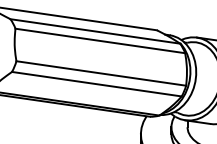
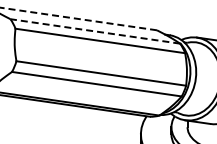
line at (78, 18): solid -> dashed
line at (95, 31): solid -> dashed
